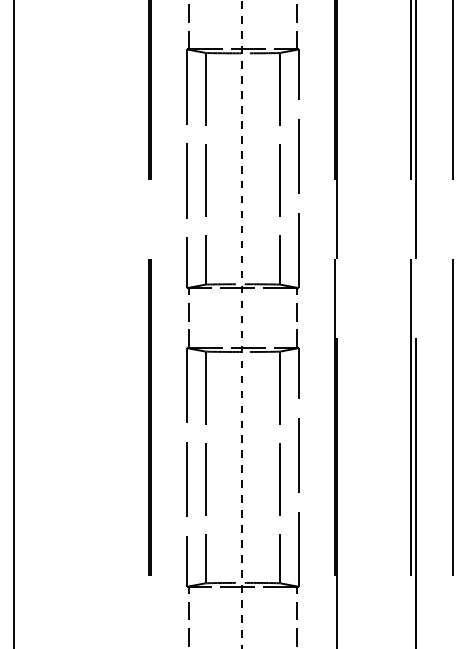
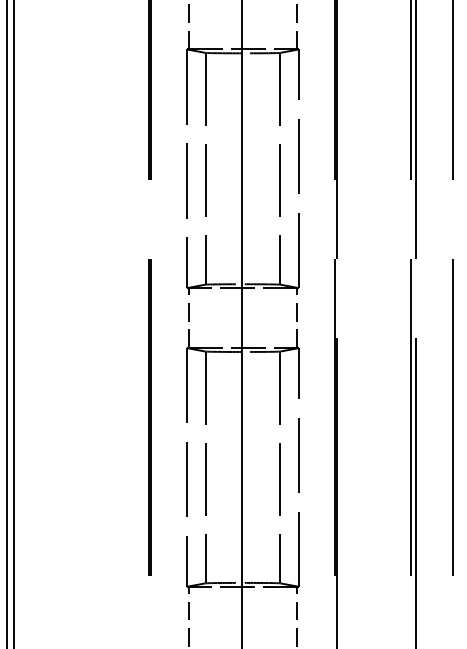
line at (7, 323): none -> present
line at (241, 324): dashed -> solid
